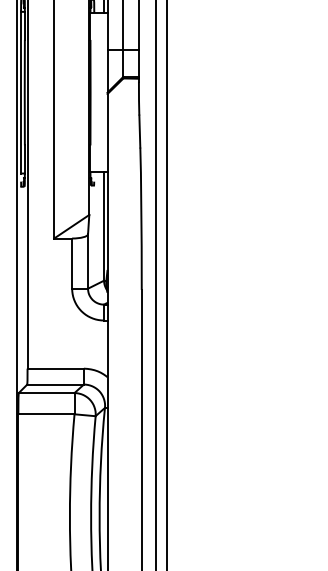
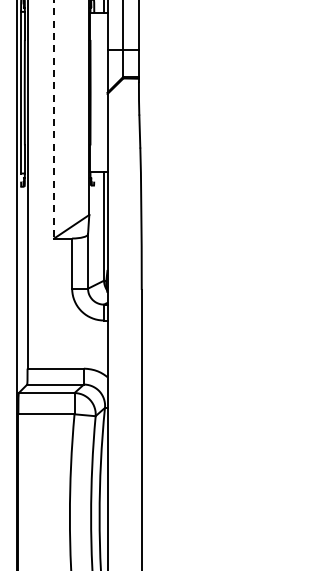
line at (54, 119): solid -> dashed
line at (156, 284): present -> none
line at (166, 284): present -> none
